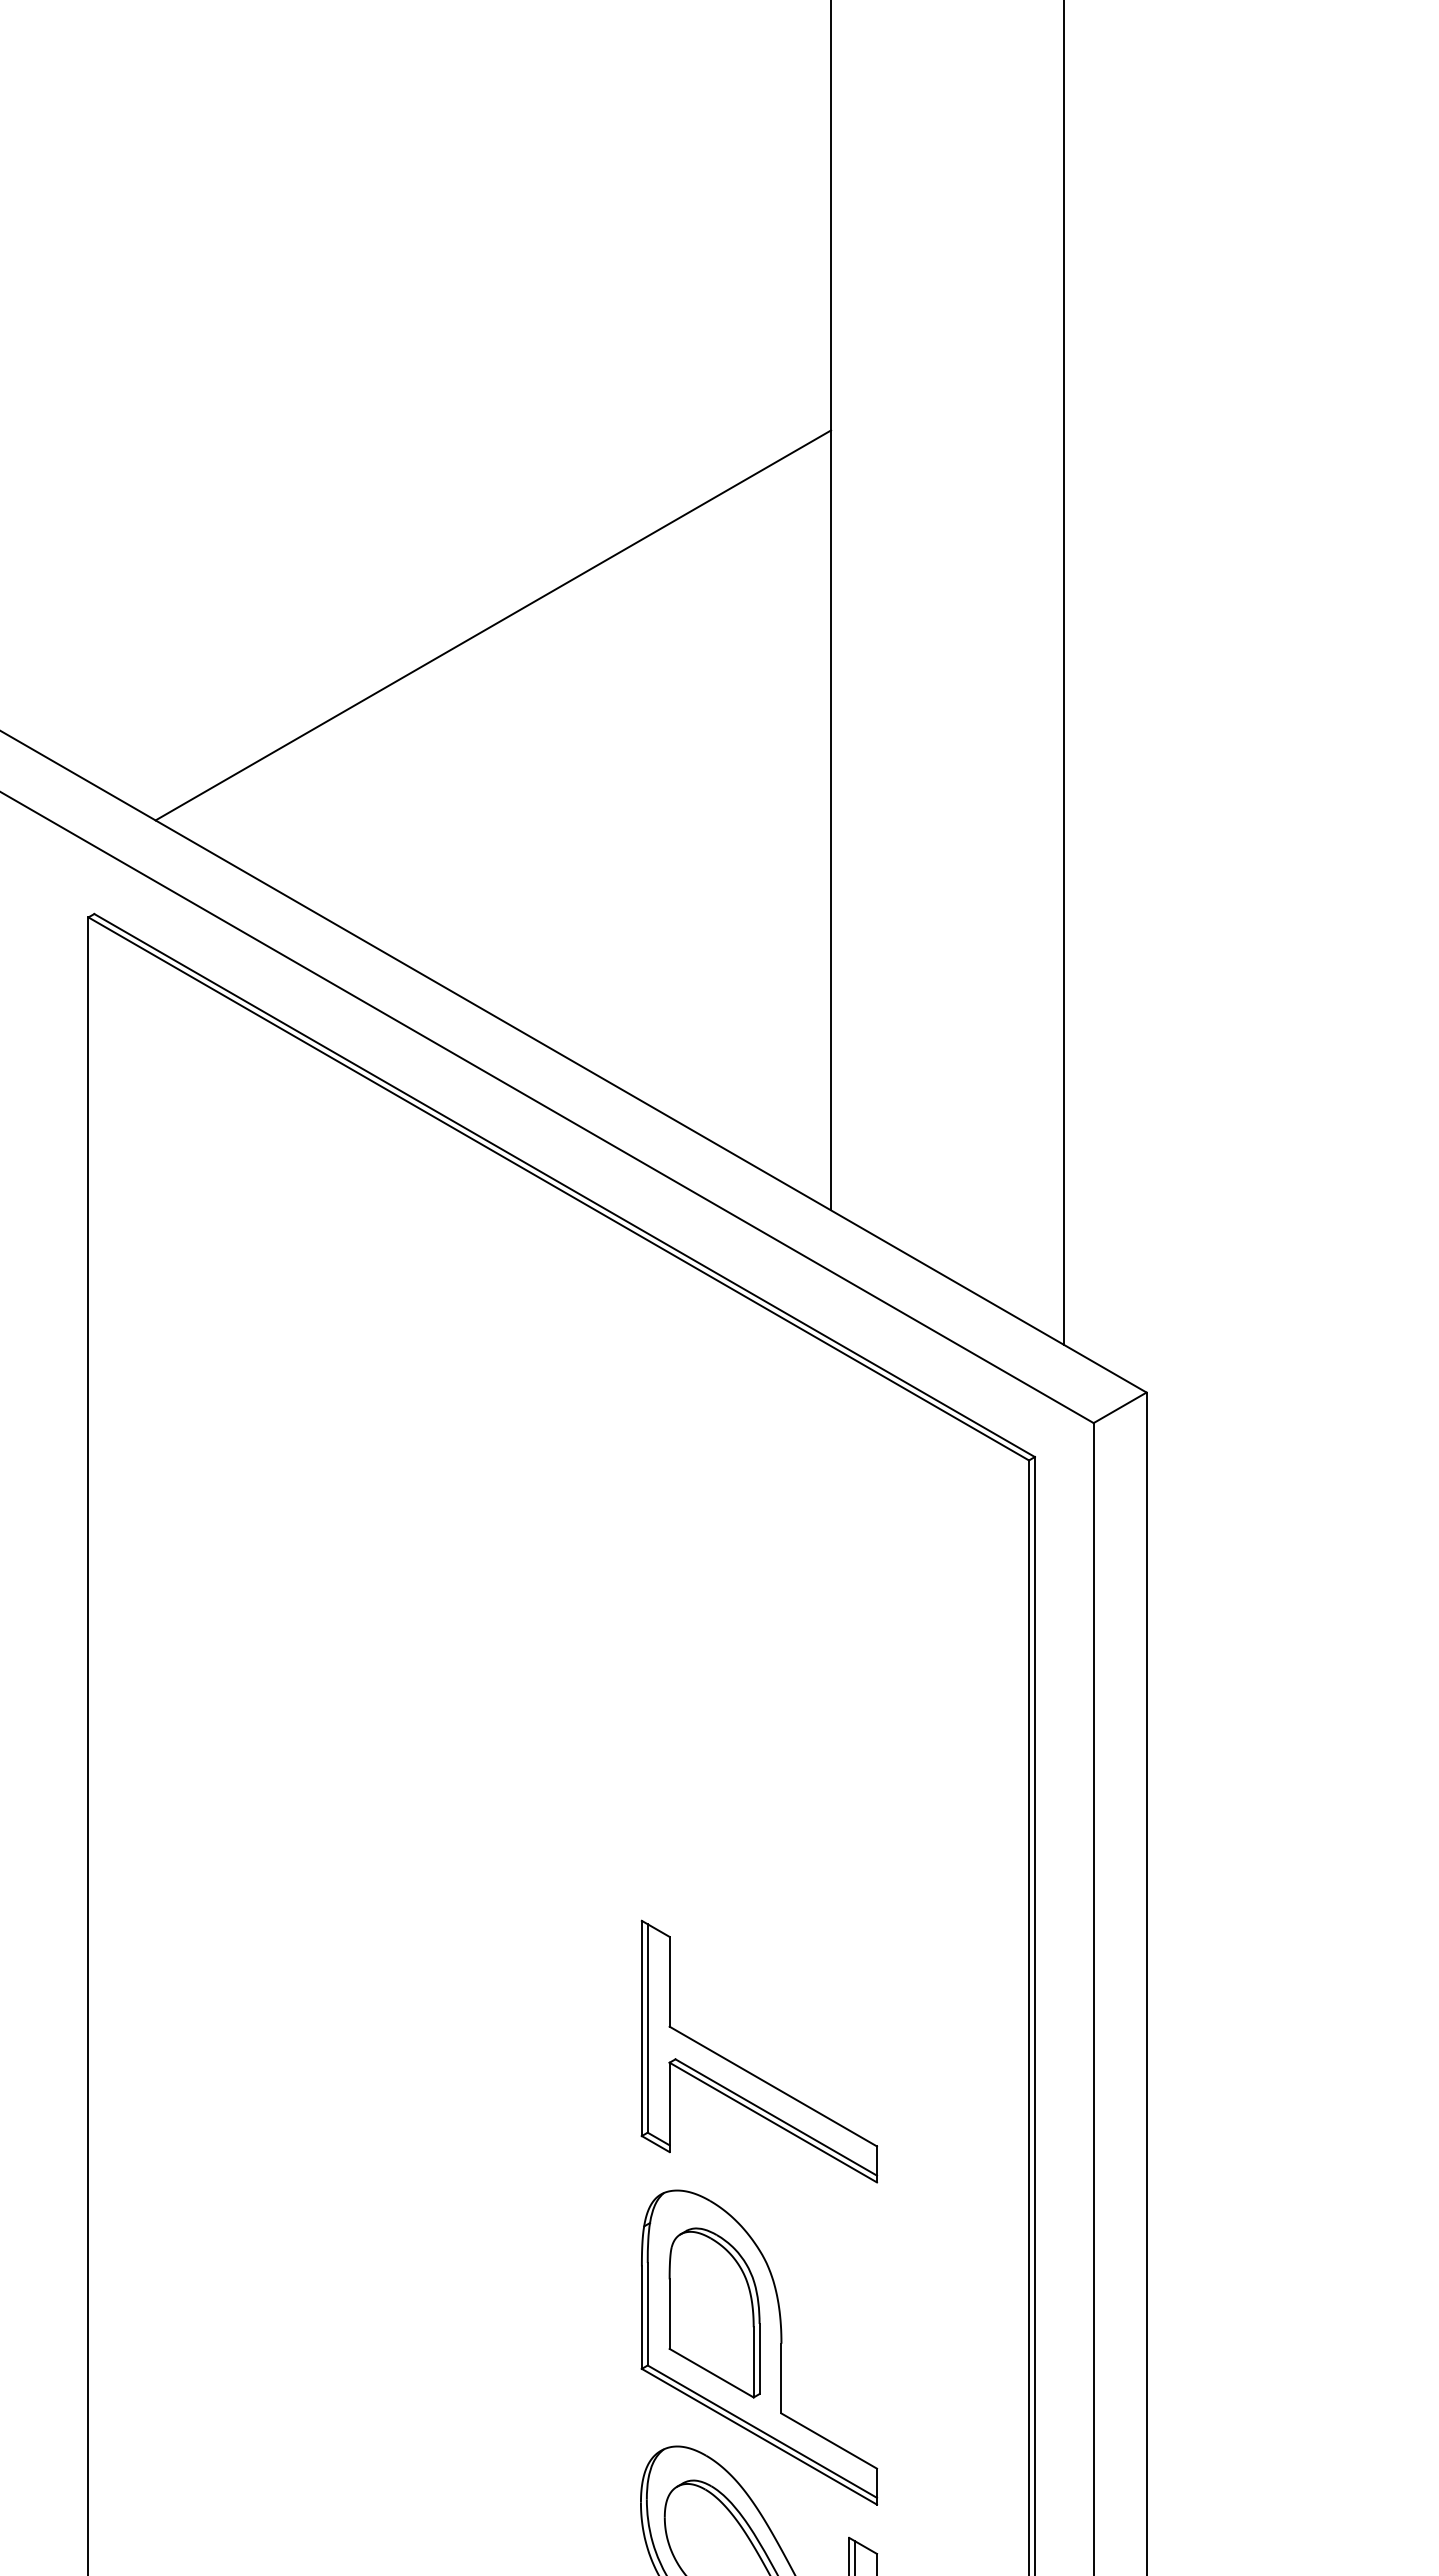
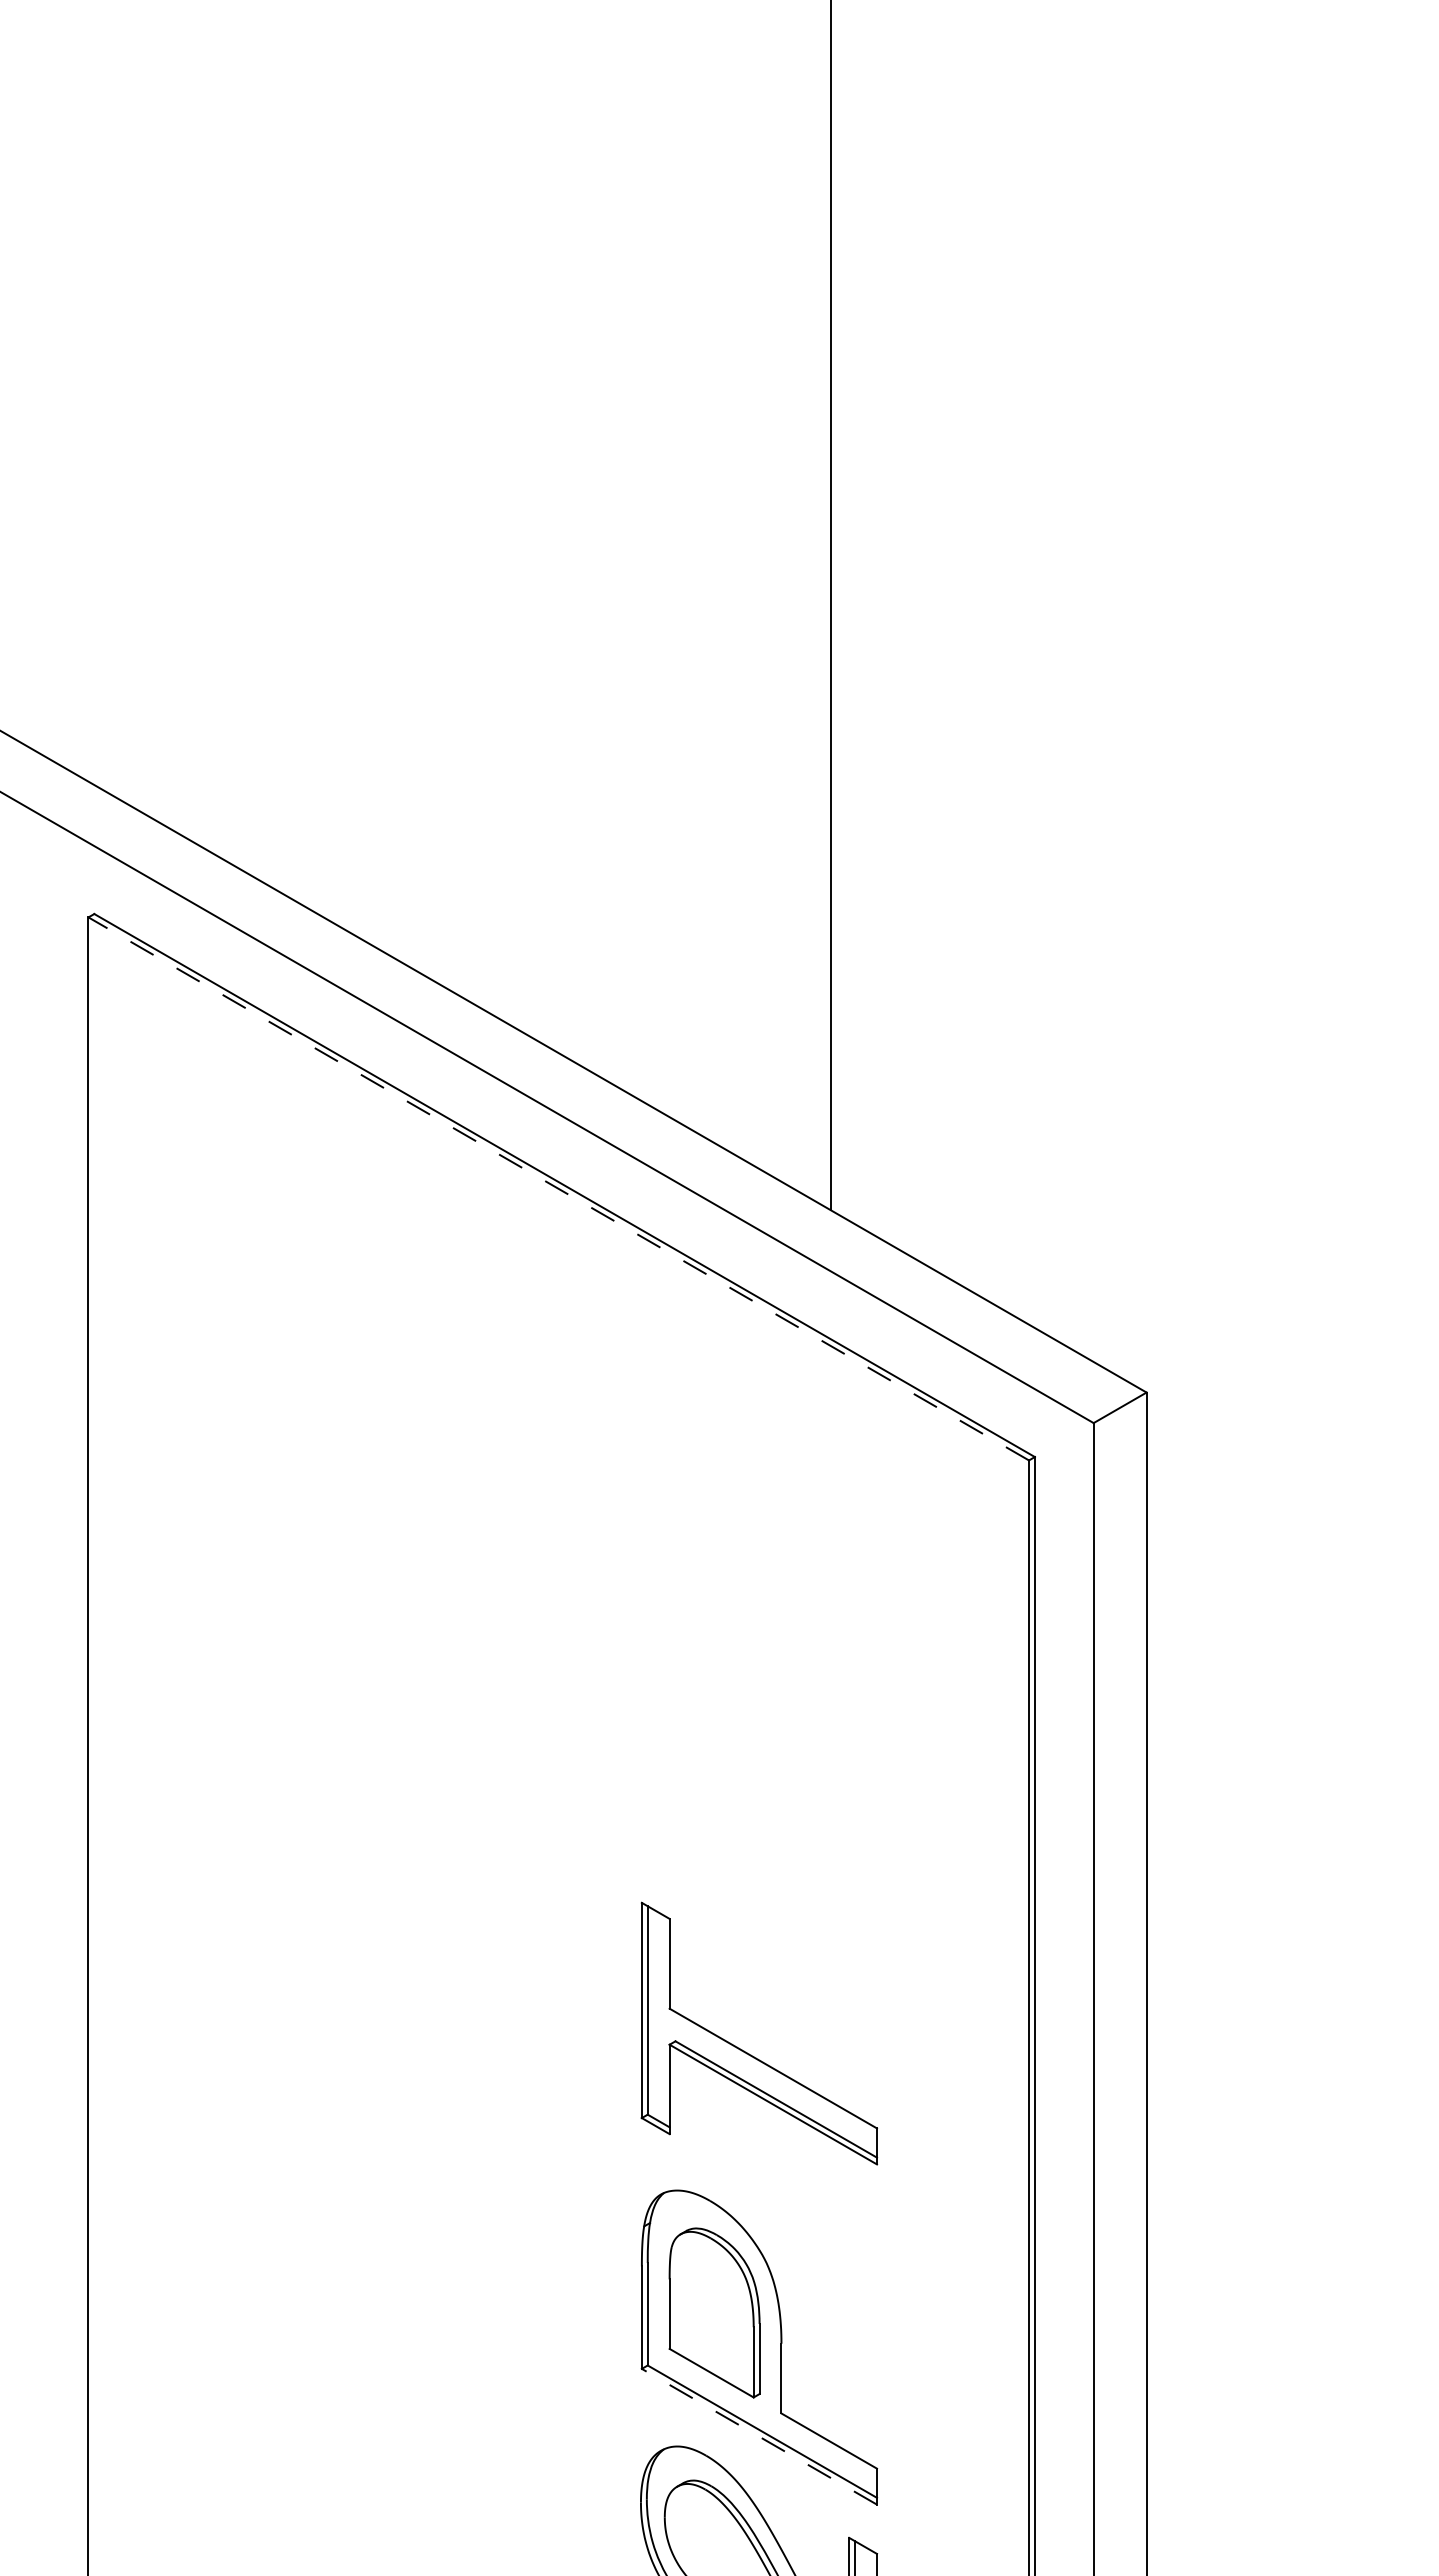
line at (493, 625): present -> none
line at (1064, 673): present -> none
line at (558, 1188): solid -> dashed
part at (749, 2071) position: (749, 2071) -> (749, 2053)
line at (759, 2436): solid -> dashed
